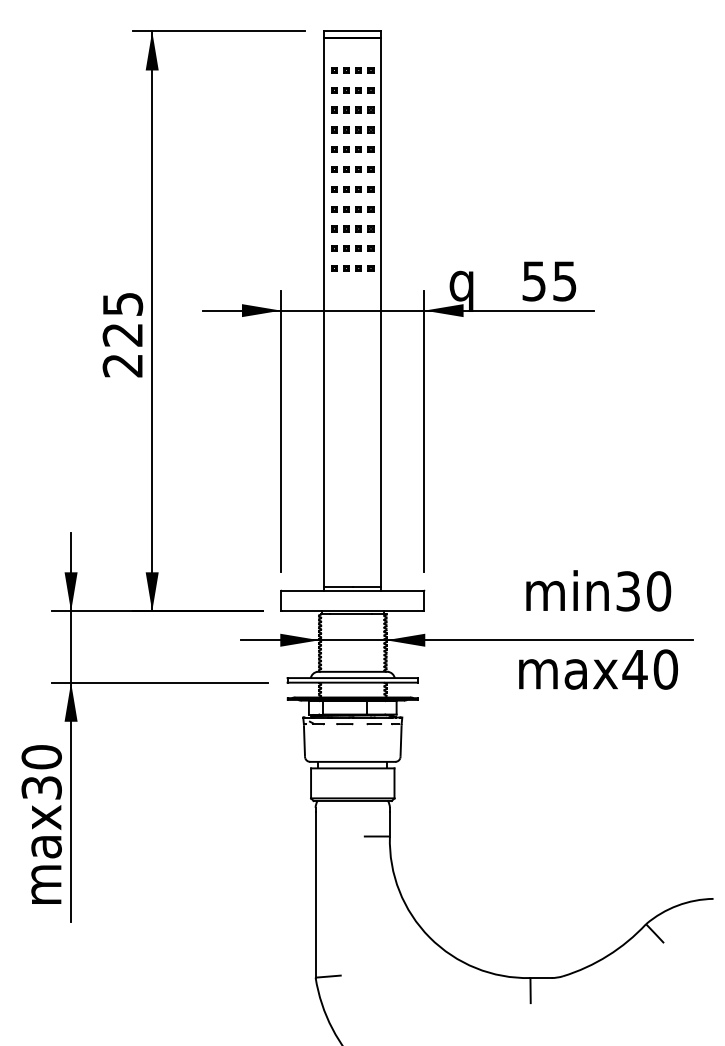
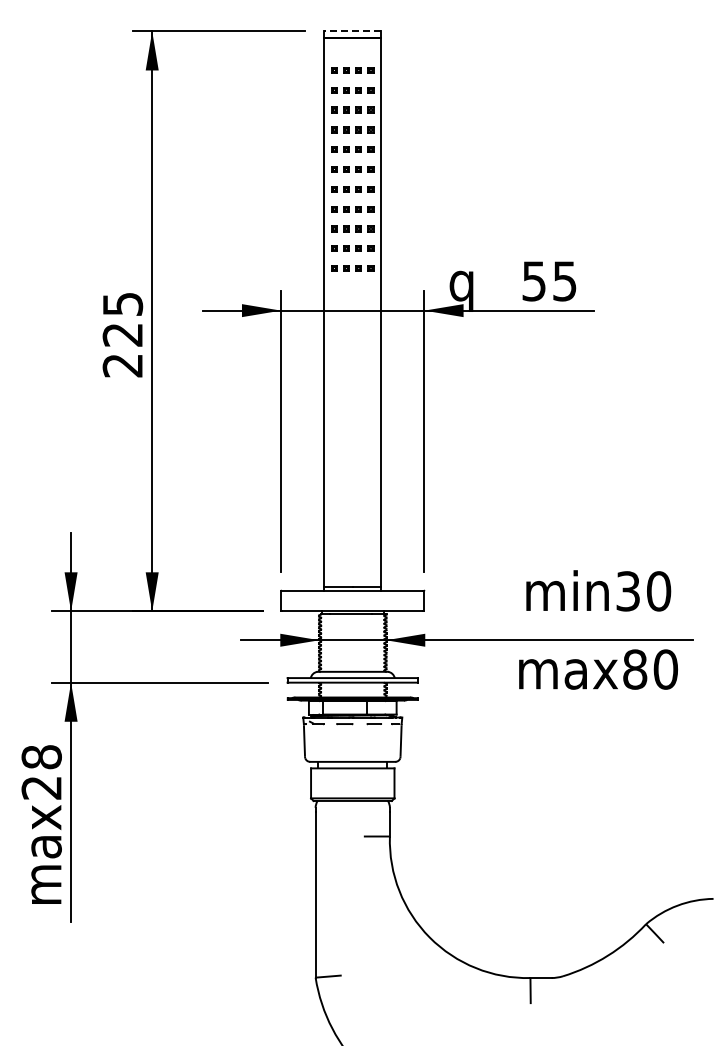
line at (352, 31): solid -> dashed
text at (634, 669): max40 -> max80
text at (41, 772): max30 -> max28
